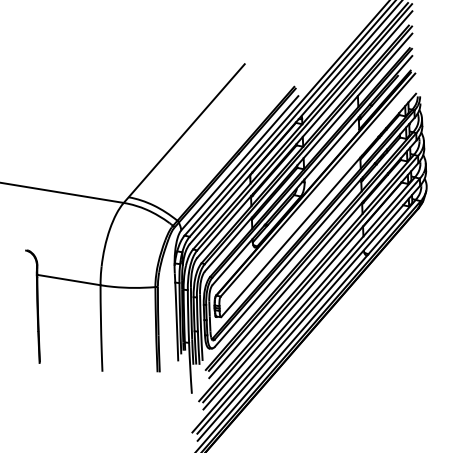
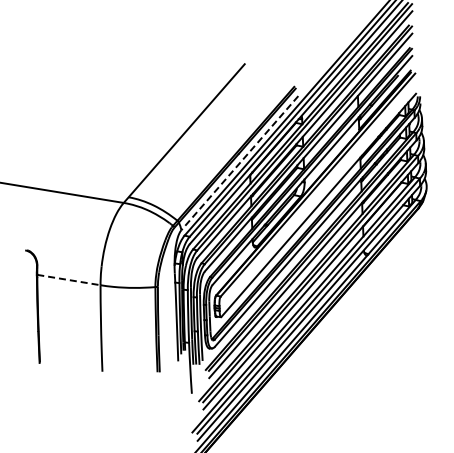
line at (239, 163): solid -> dashed
line at (69, 280): solid -> dashed
